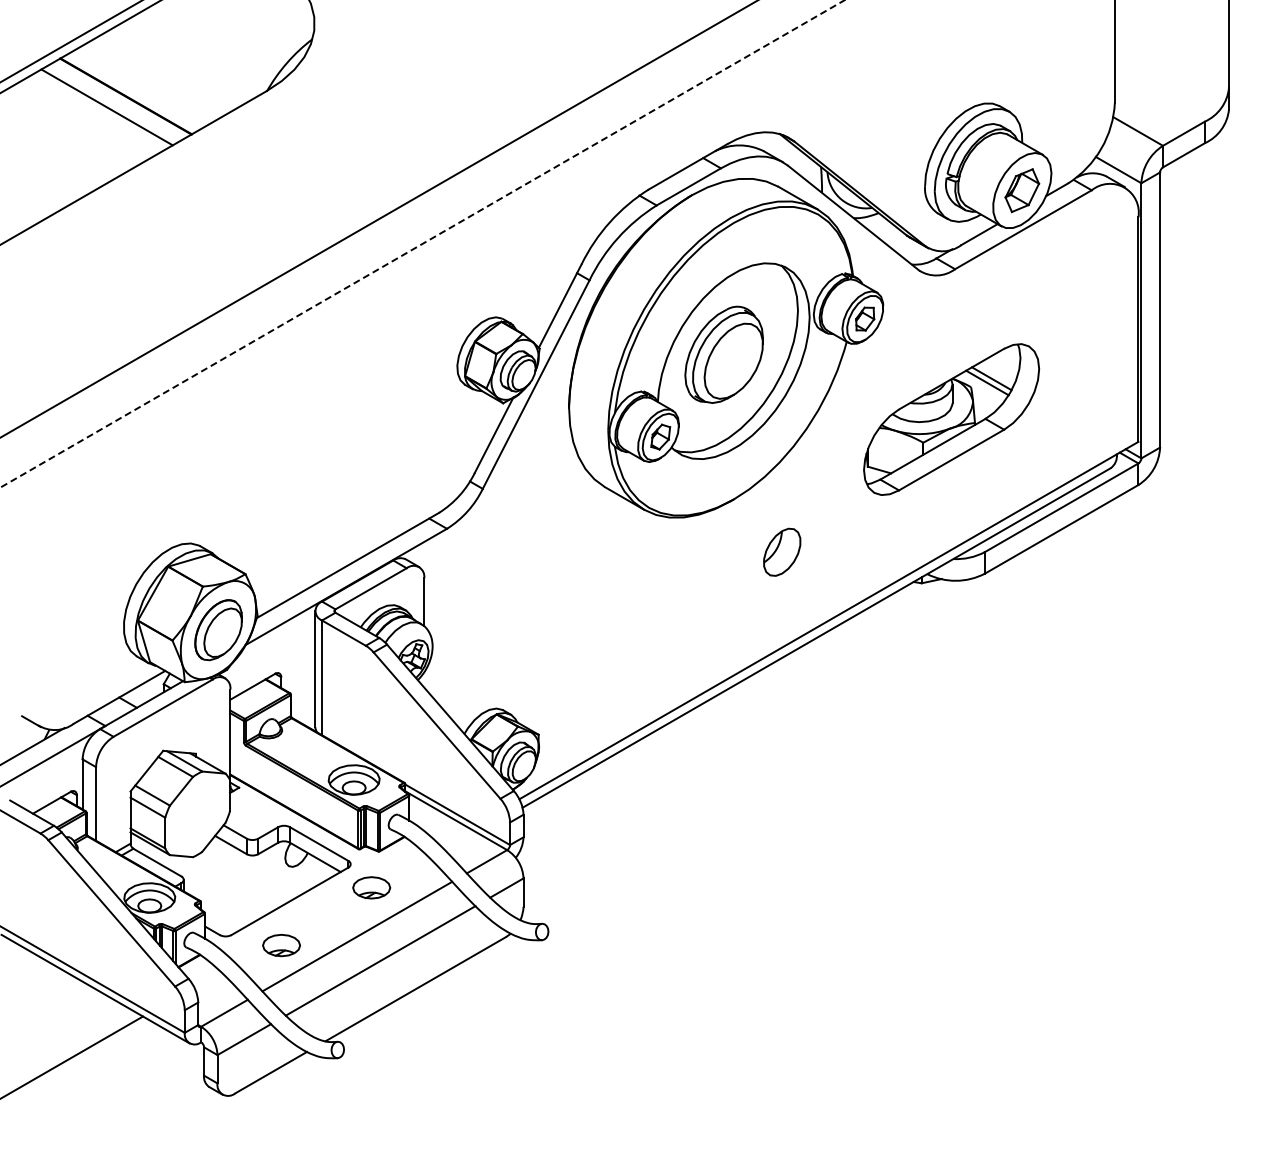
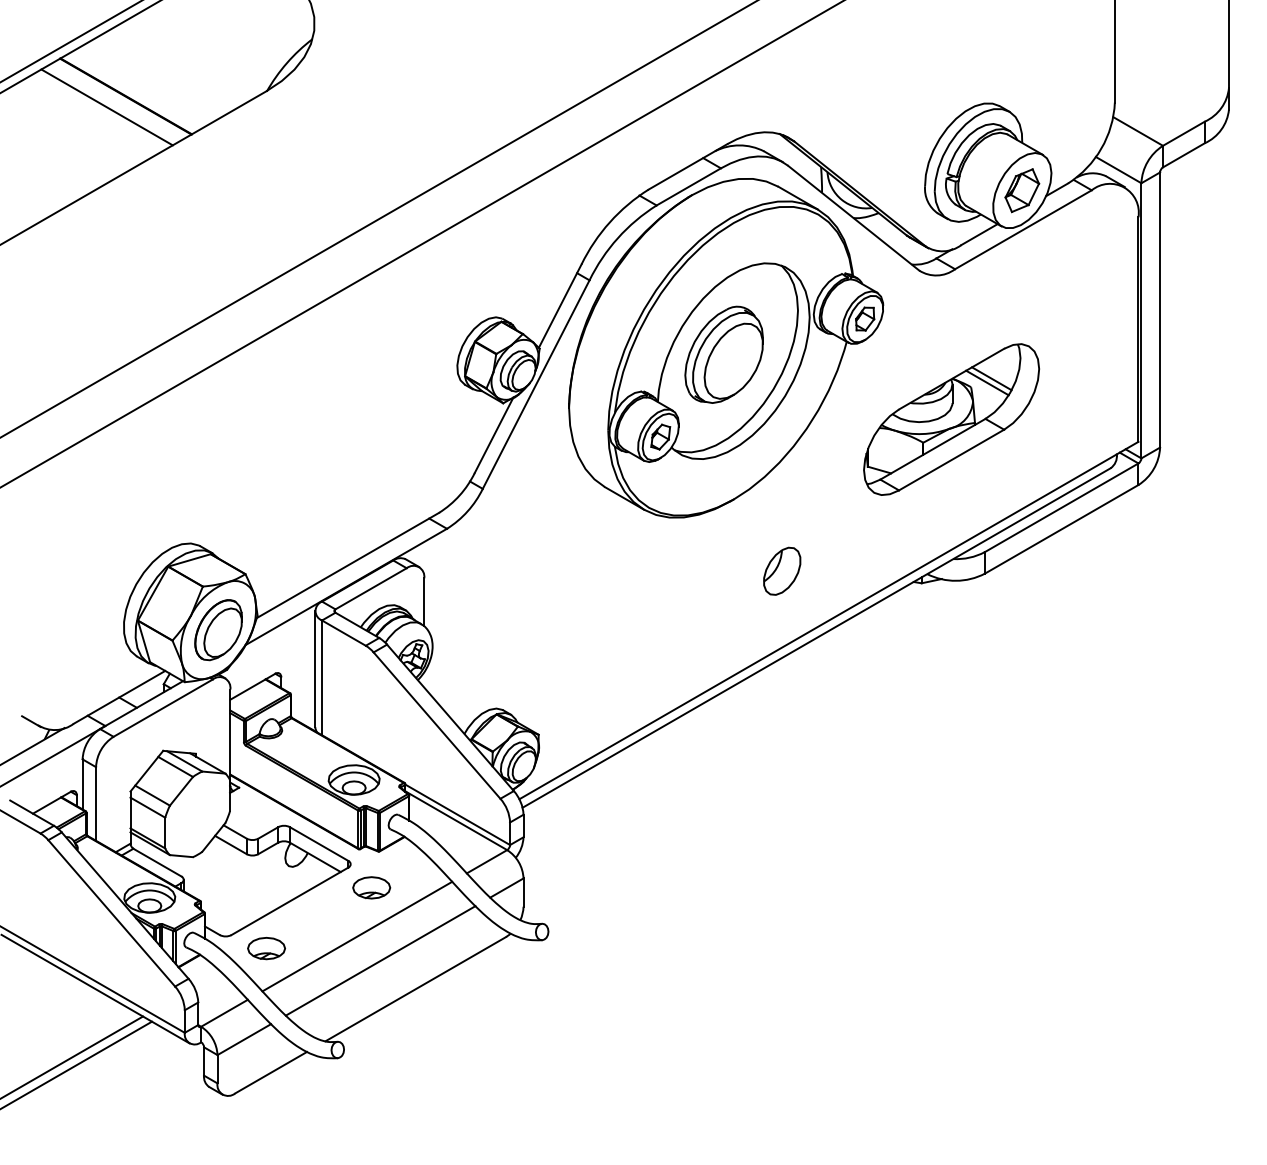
line at (422, 244): dashed -> solid
part at (782, 551) position: (782, 551) -> (782, 570)
part at (281, 945) position: (281, 945) -> (266, 948)
line at (76, 1064): none -> present
